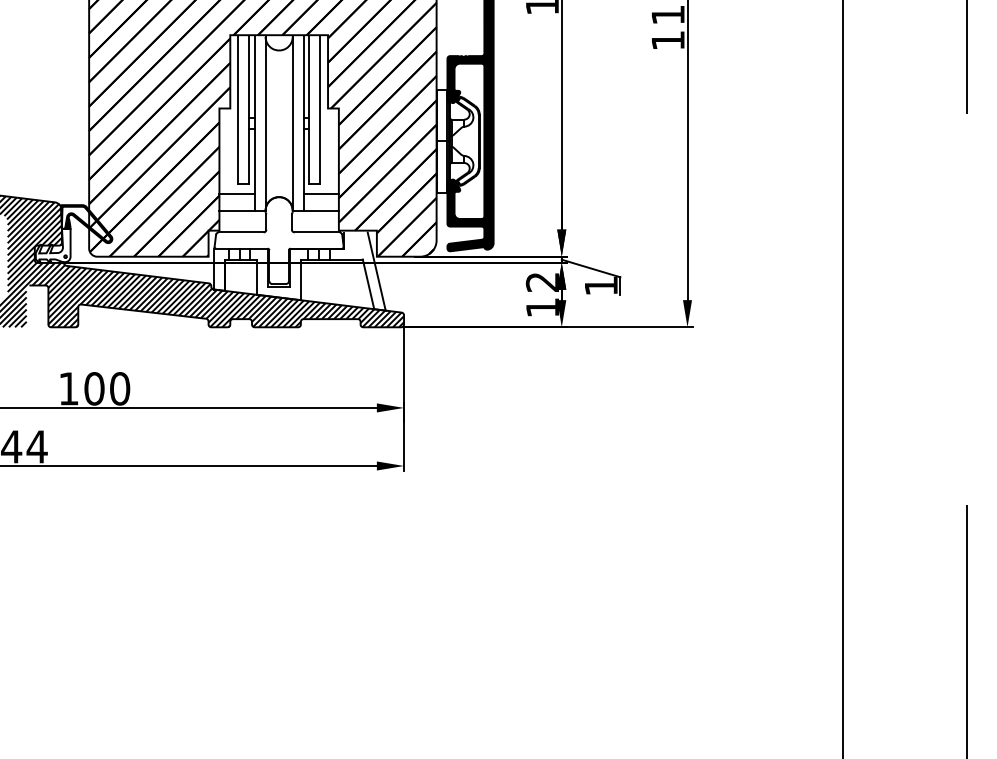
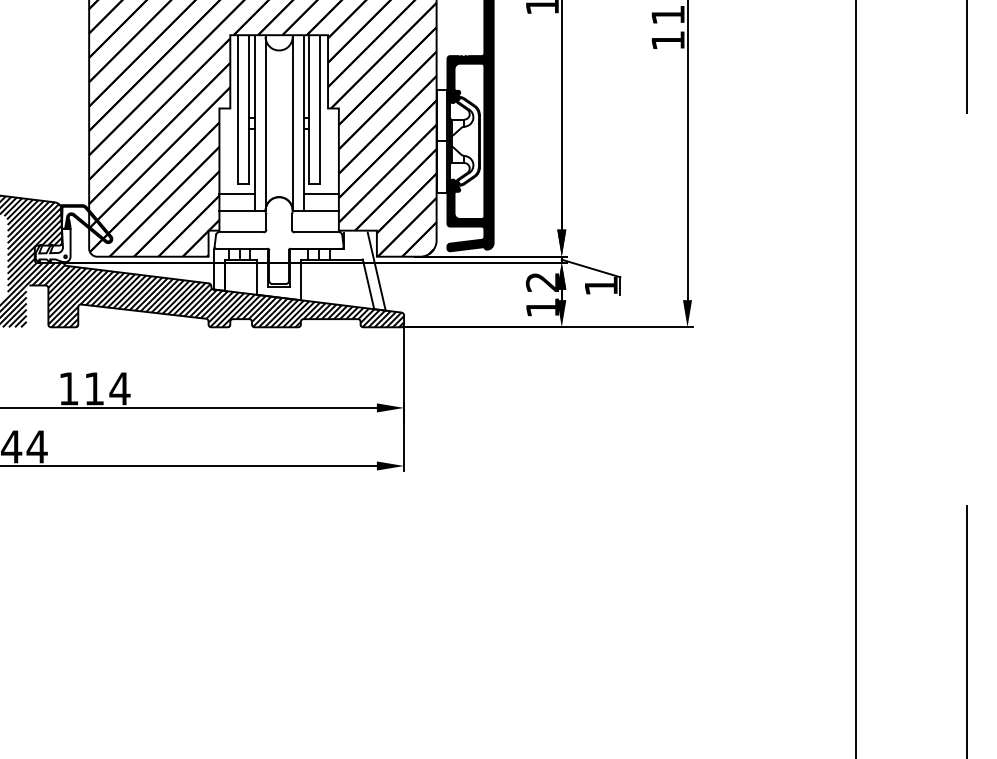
line at (842, 378) position: (842, 378) -> (855, 378)
text at (107, 388): 100 -> 114
